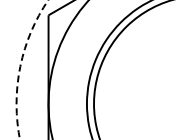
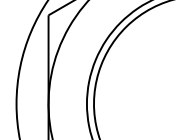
circle at (32, 69): dashed -> solid
